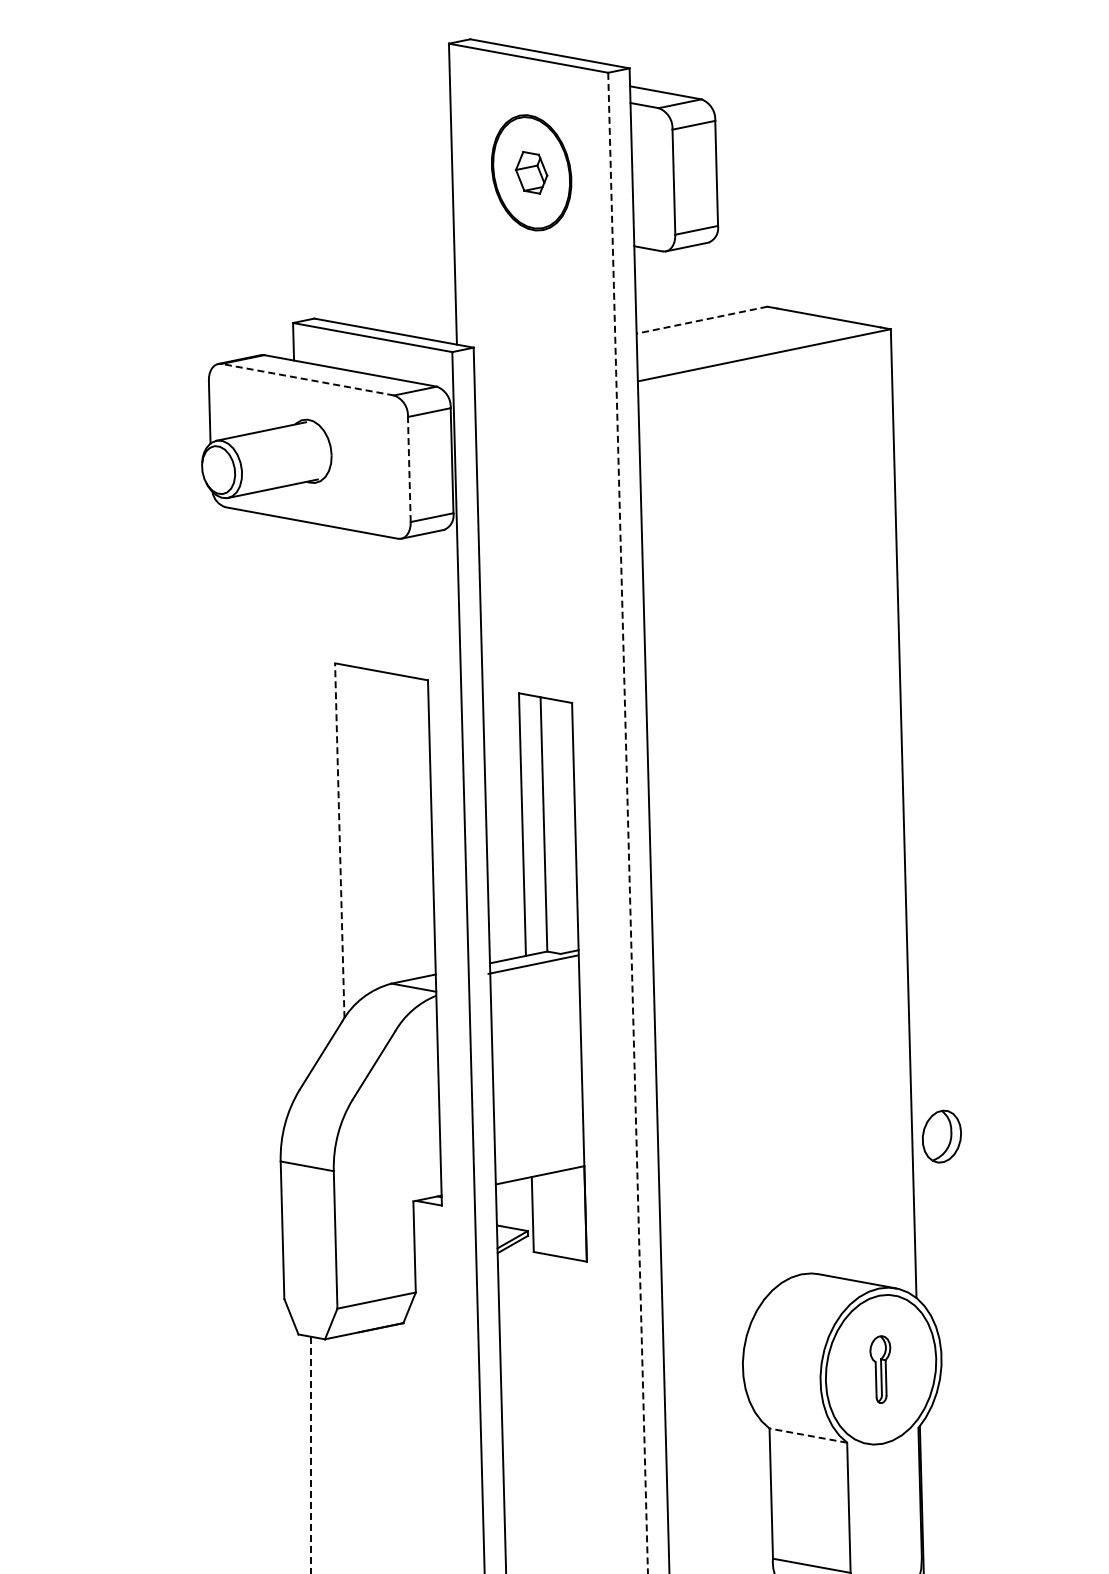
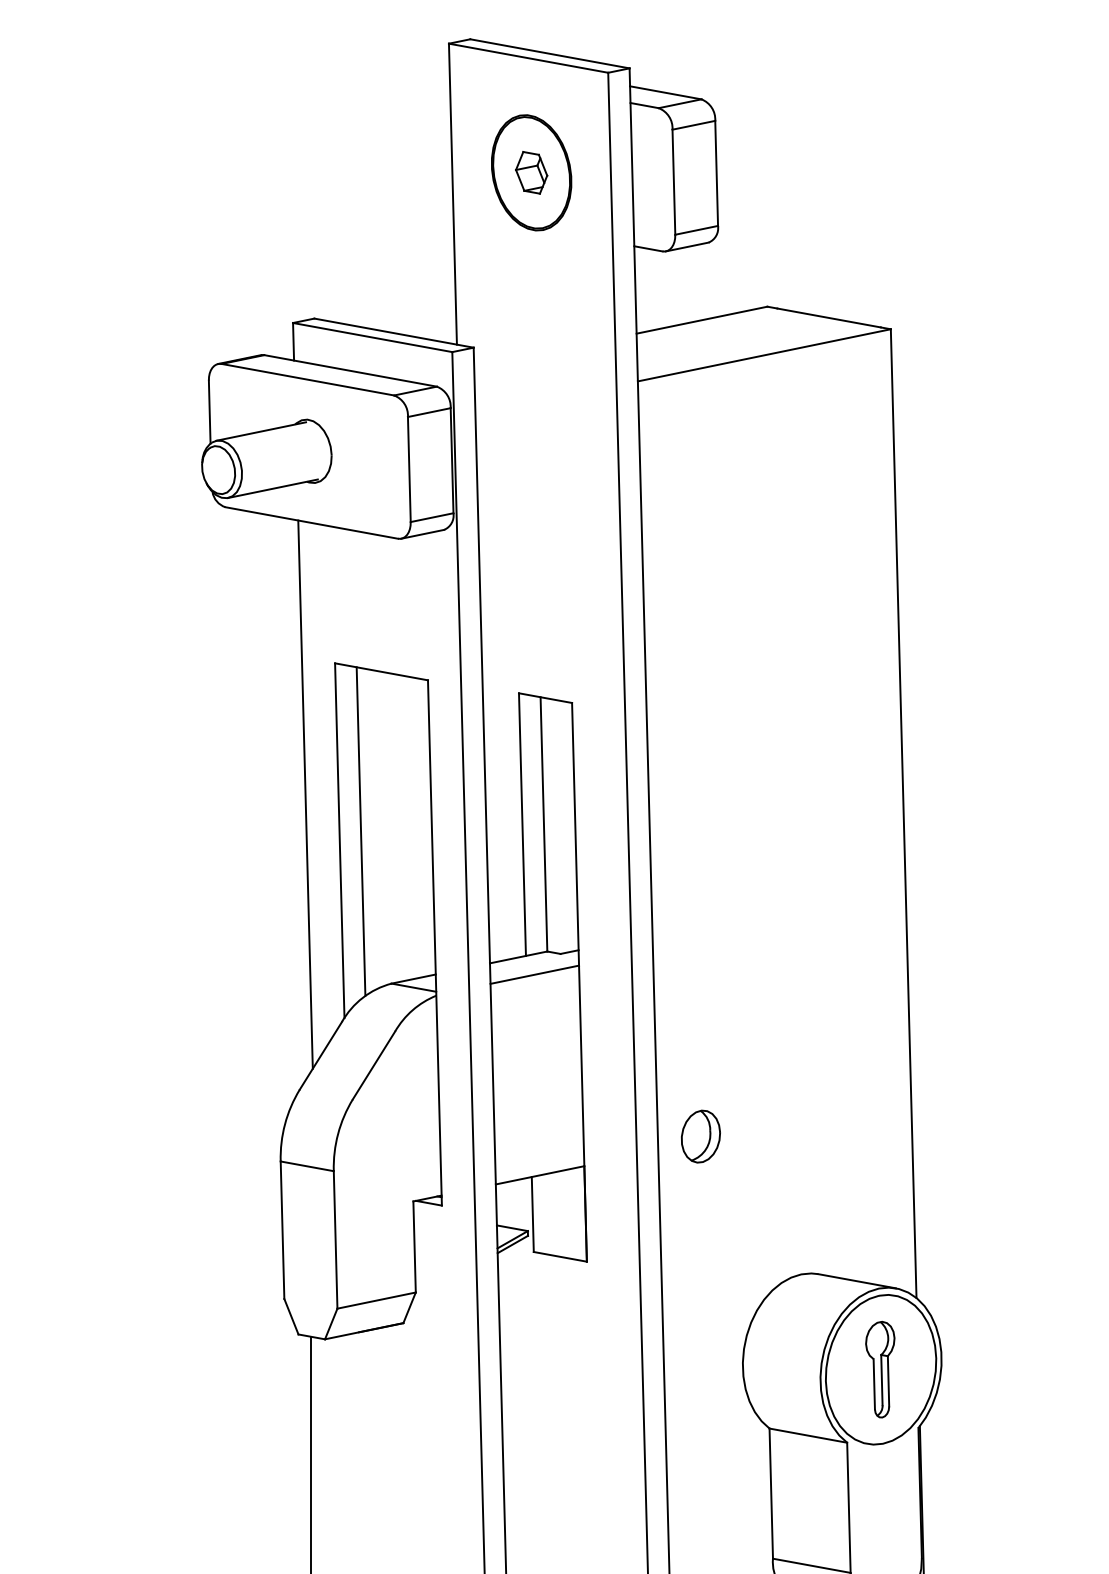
line at (702, 320): dashed -> solid
line at (307, 379): dashed -> solid
line at (409, 469): dashed -> solid
line at (305, 794): none -> present
line at (628, 823): dashed -> solid
line at (360, 831): none -> present
line at (339, 840): dashed -> solid
line at (532, 964) position: (532, 964) -> (534, 974)
part at (941, 1136) position: (941, 1136) -> (700, 1136)
part at (880, 1369) size: 23x69 px -> 31x99 px
line at (807, 1435): dashed -> solid
line at (311, 1455): dashed -> solid
